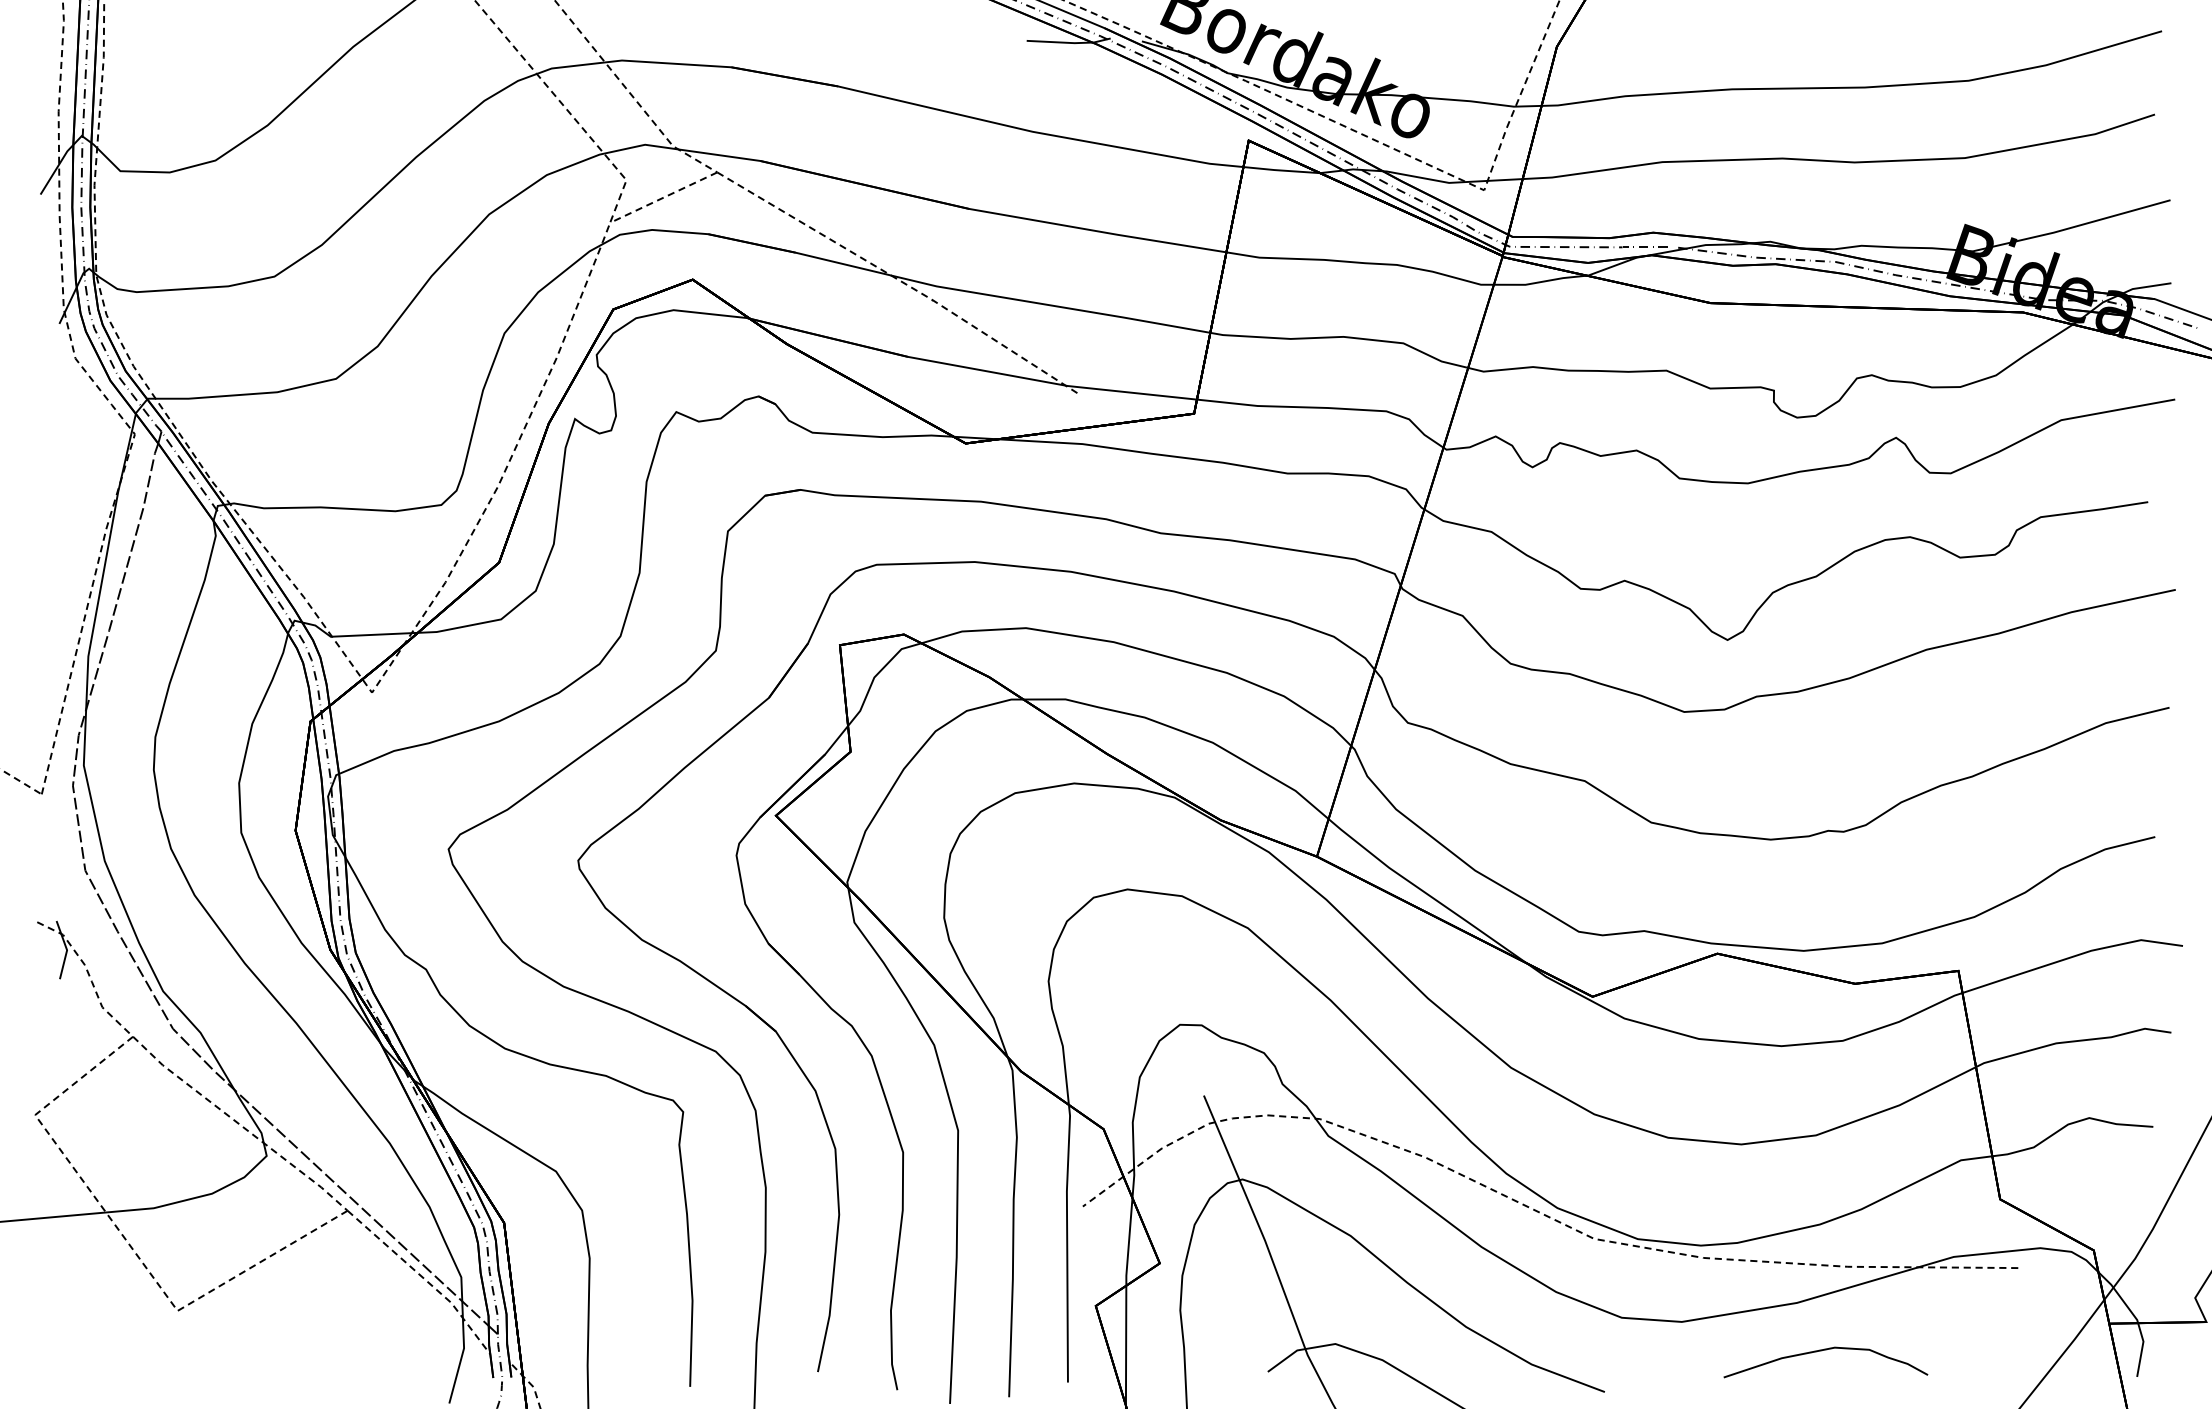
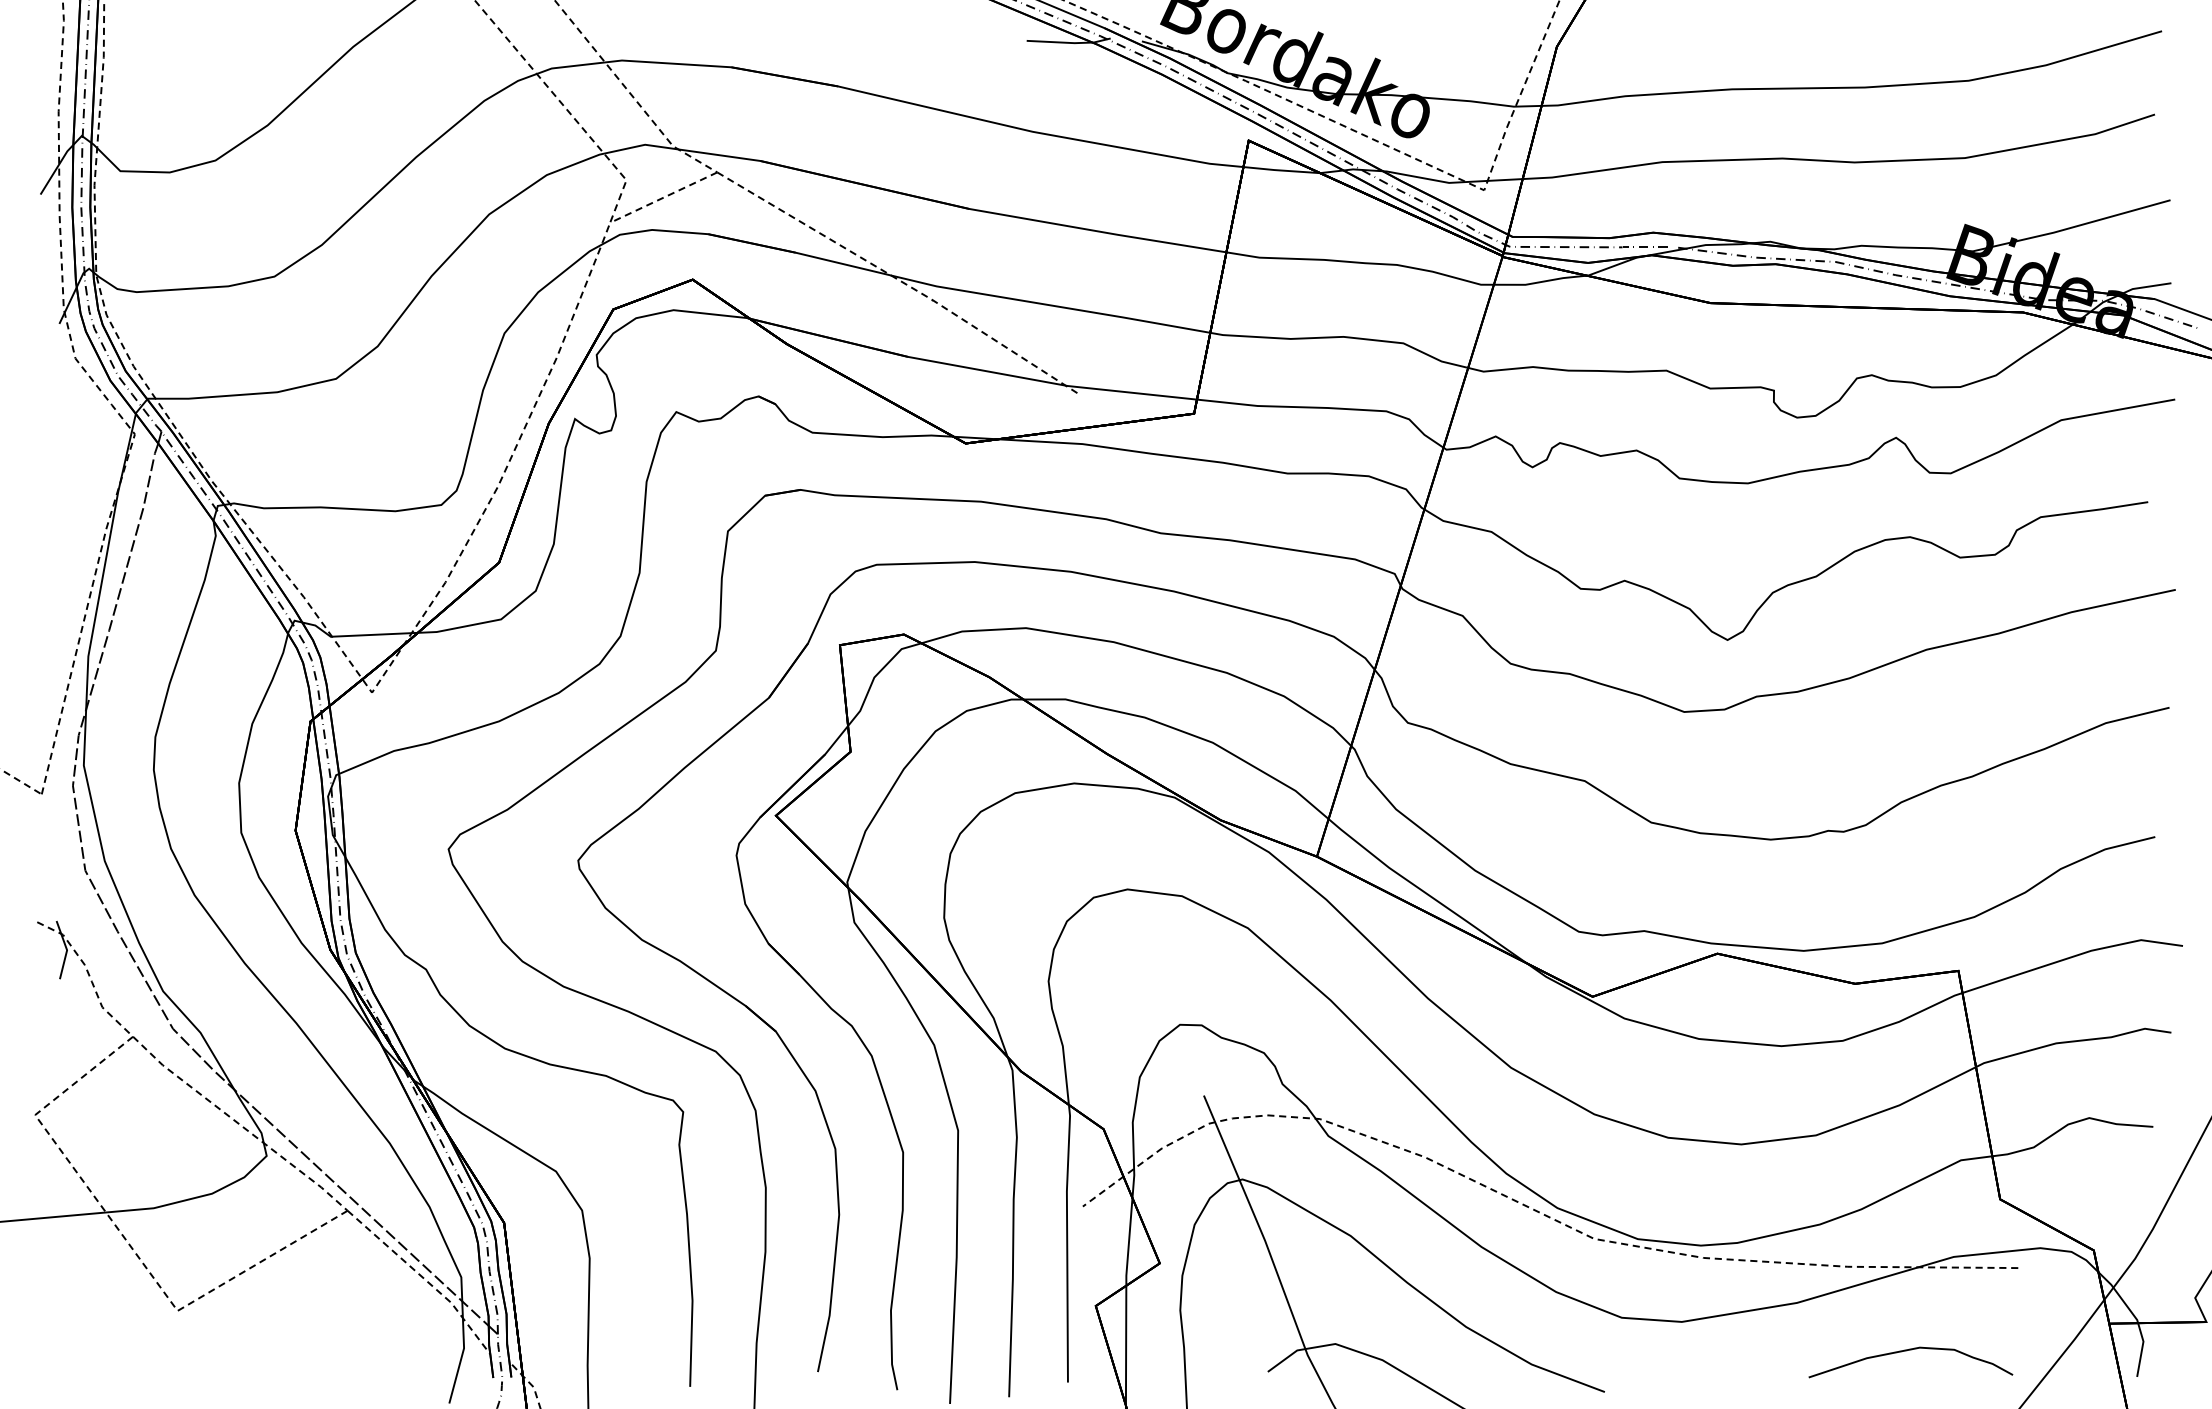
curve at (1821, 1351) position: (1821, 1351) -> (1906, 1351)
